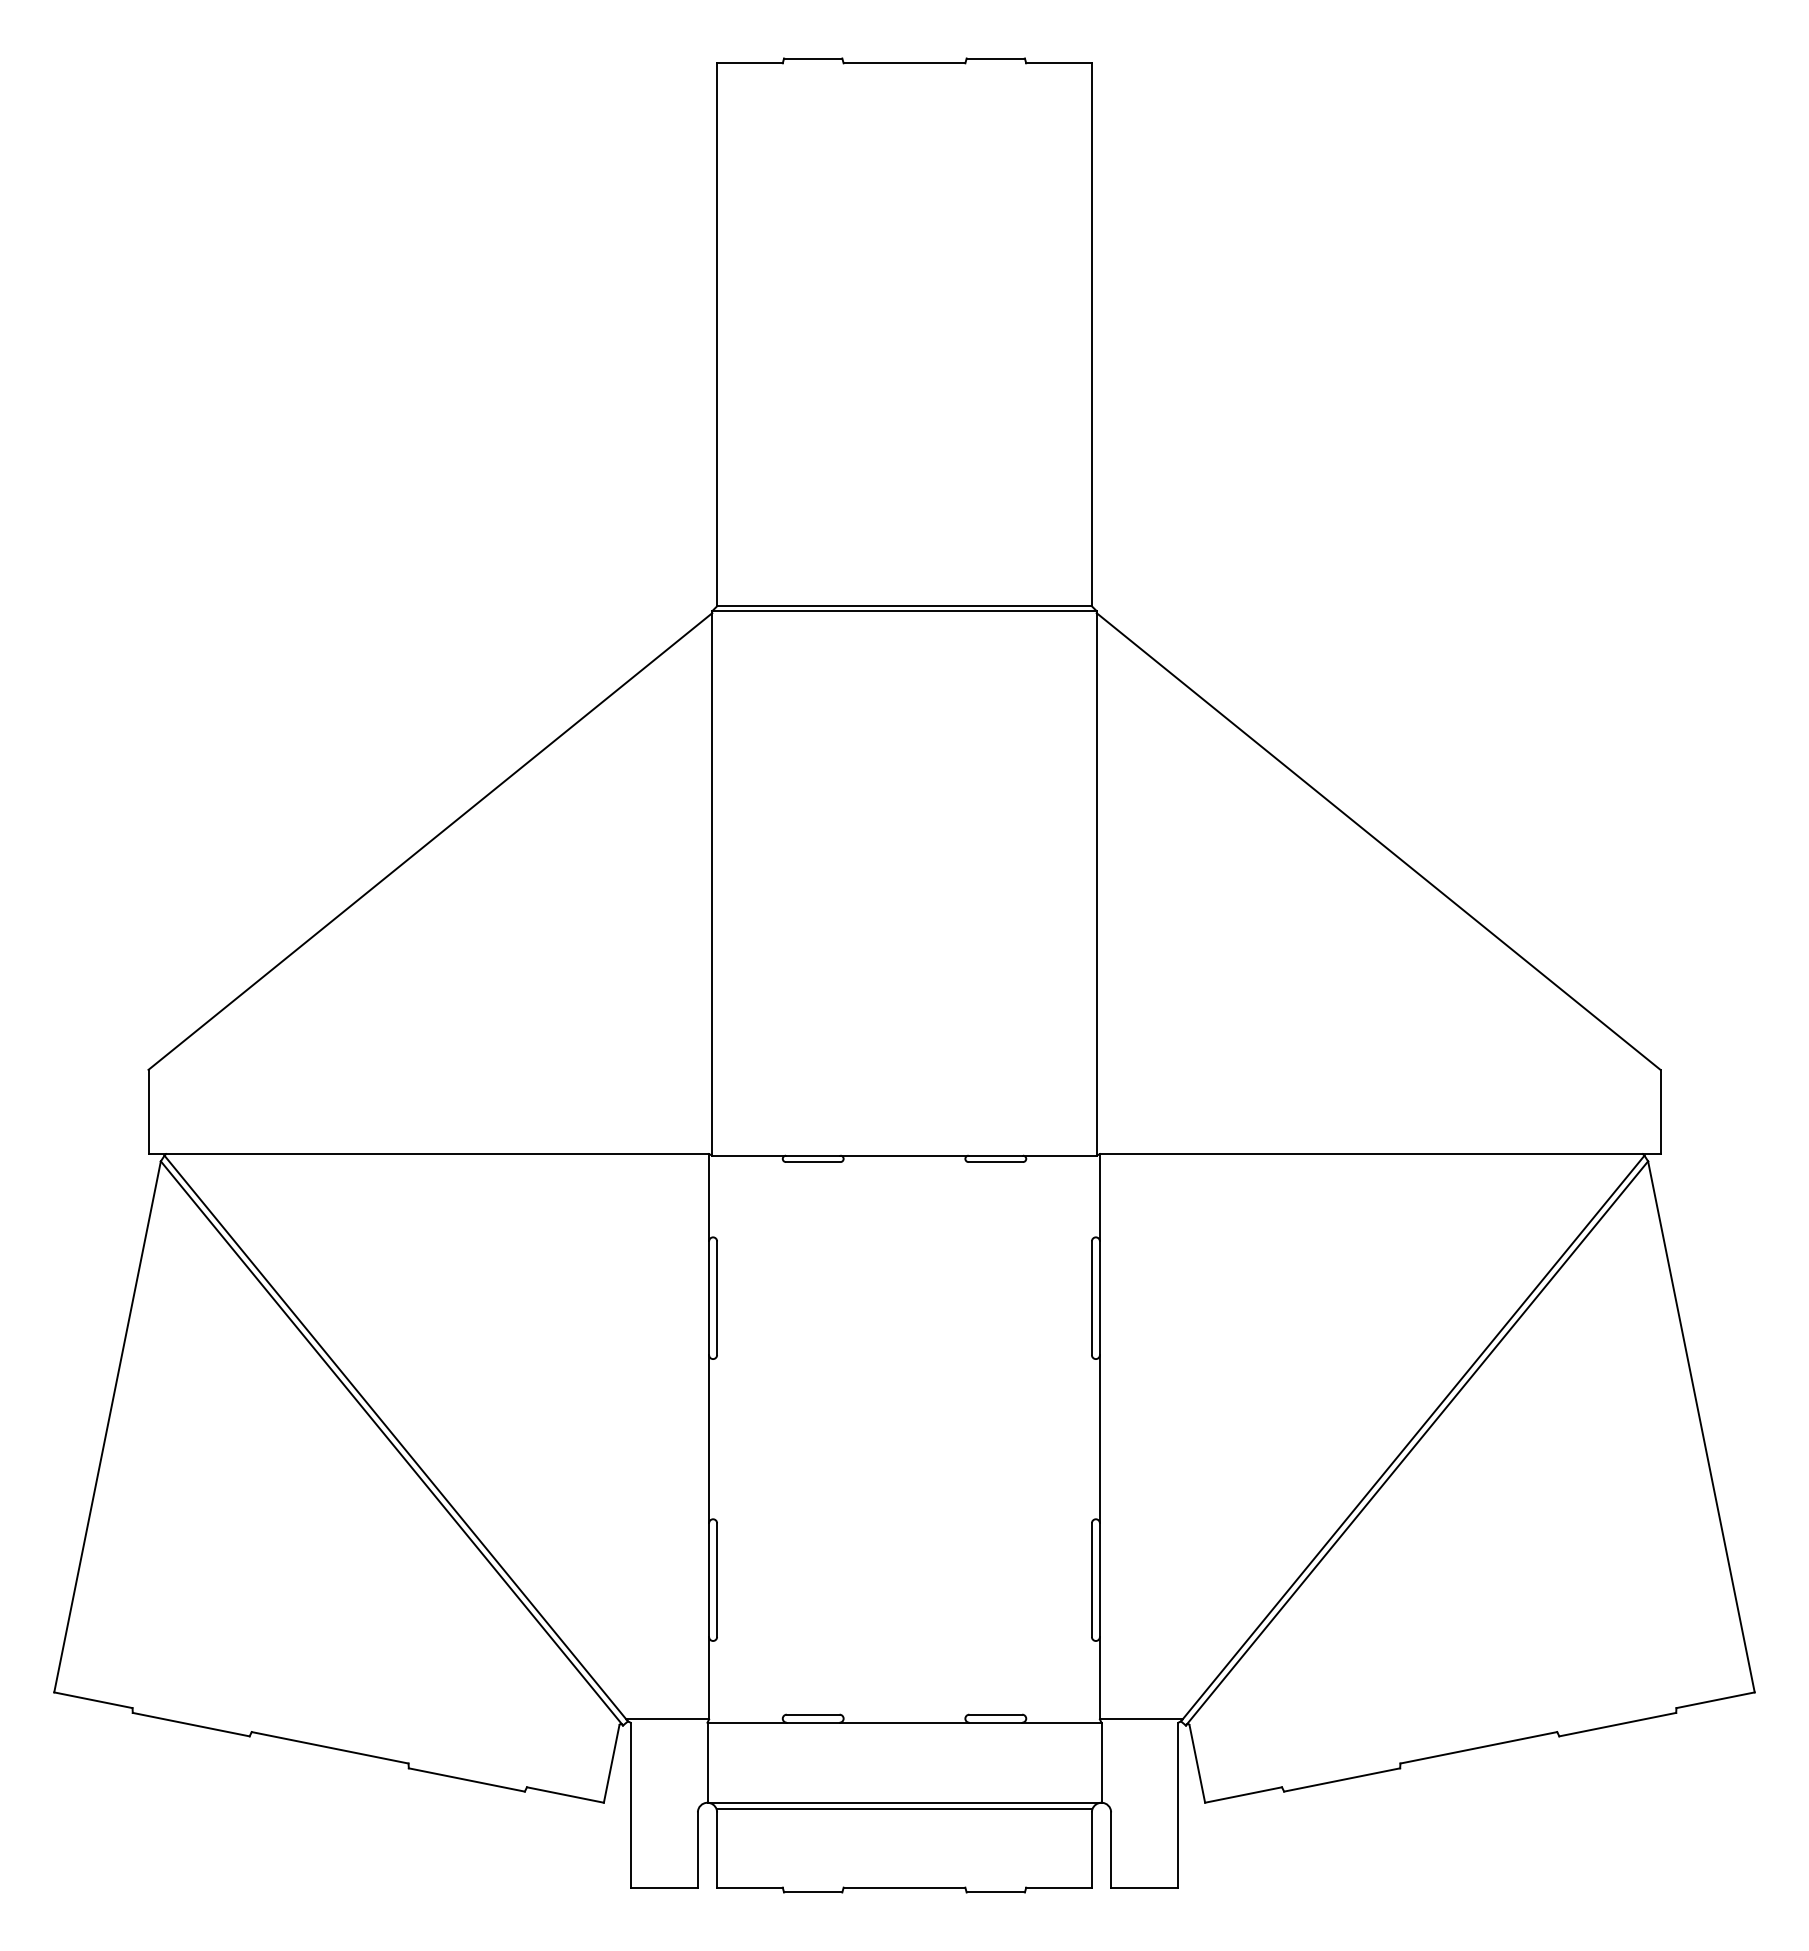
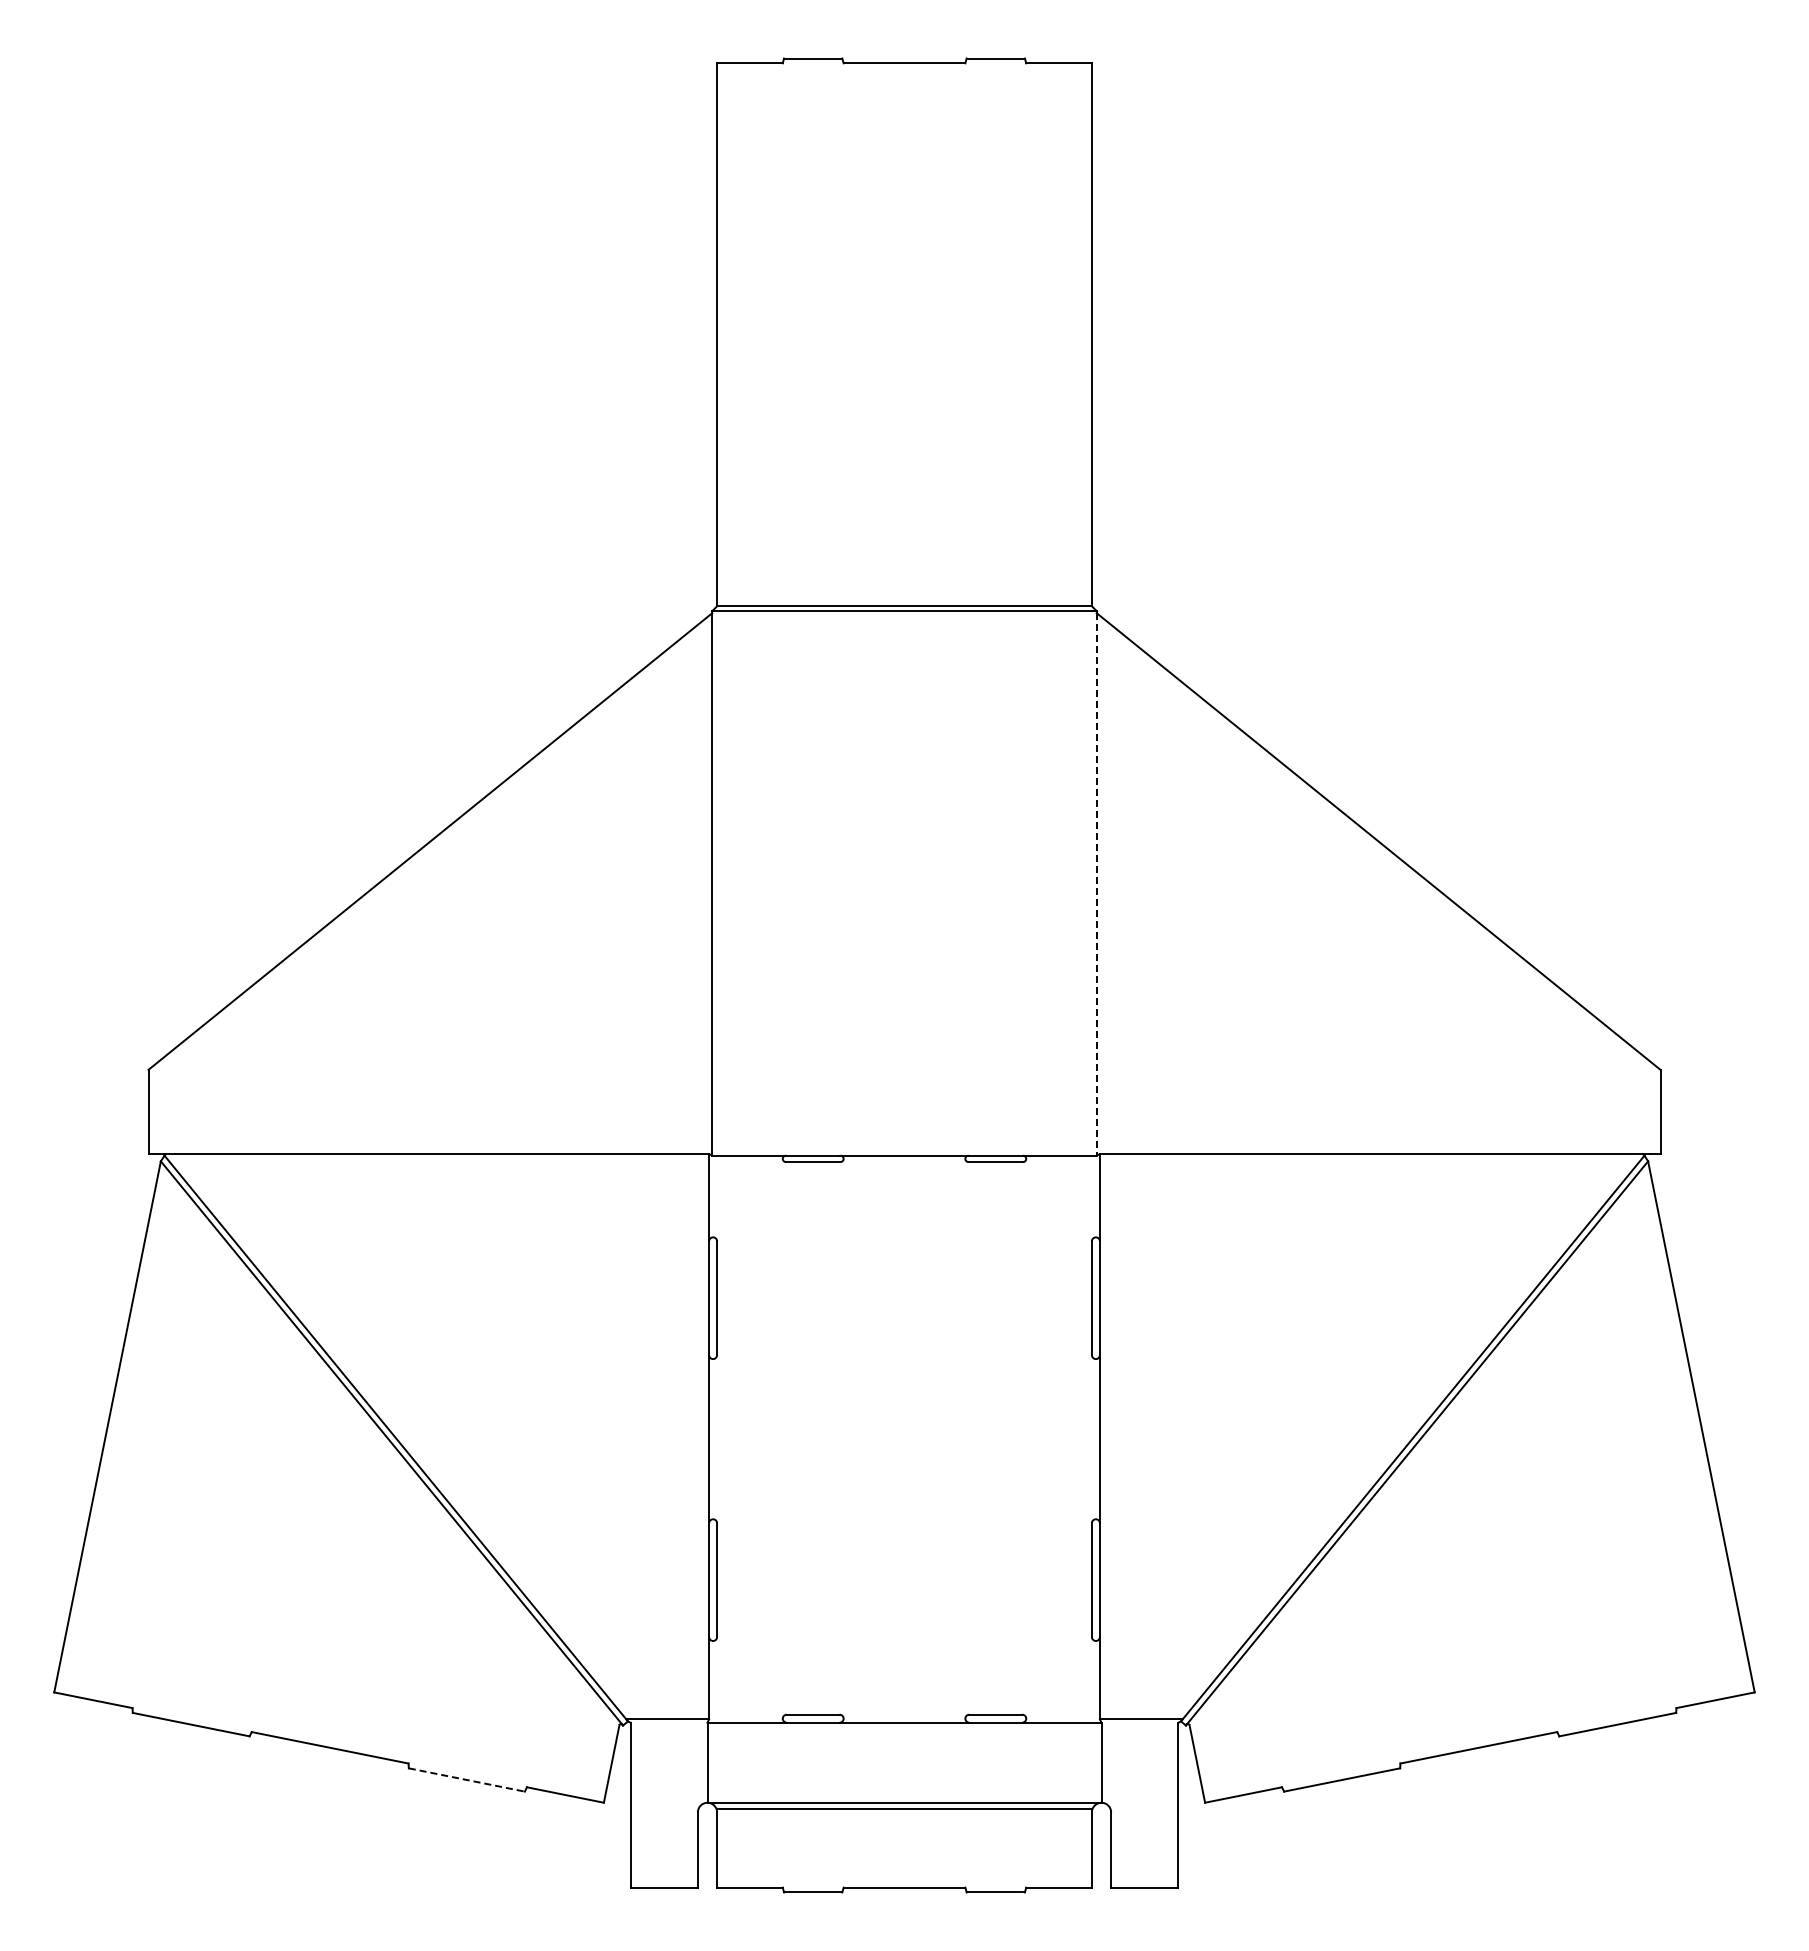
line at (1096, 884): solid -> dashed
line at (467, 1780): solid -> dashed
